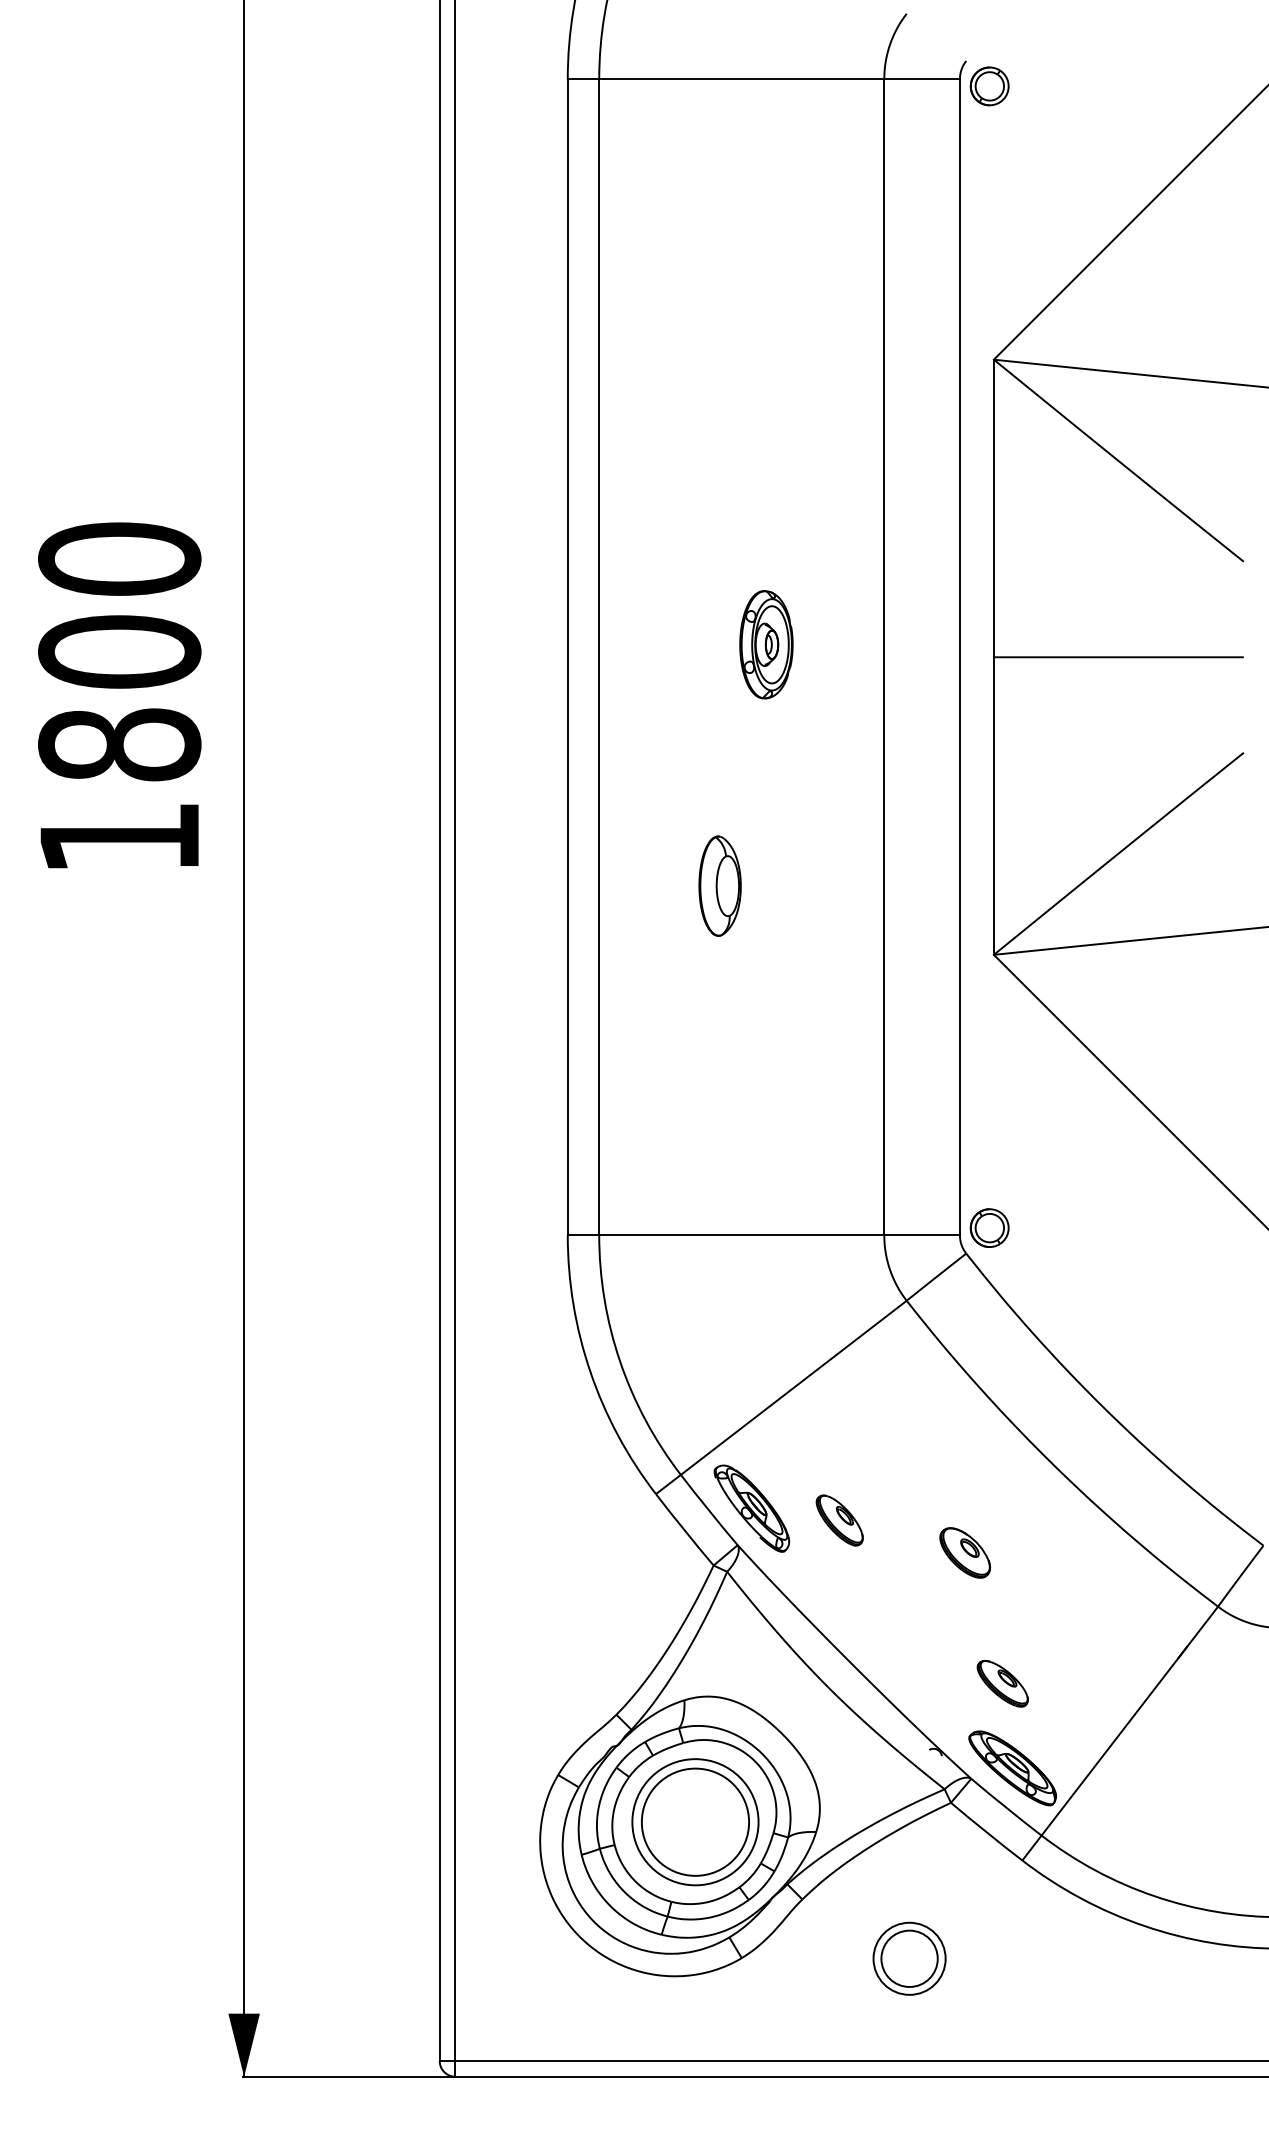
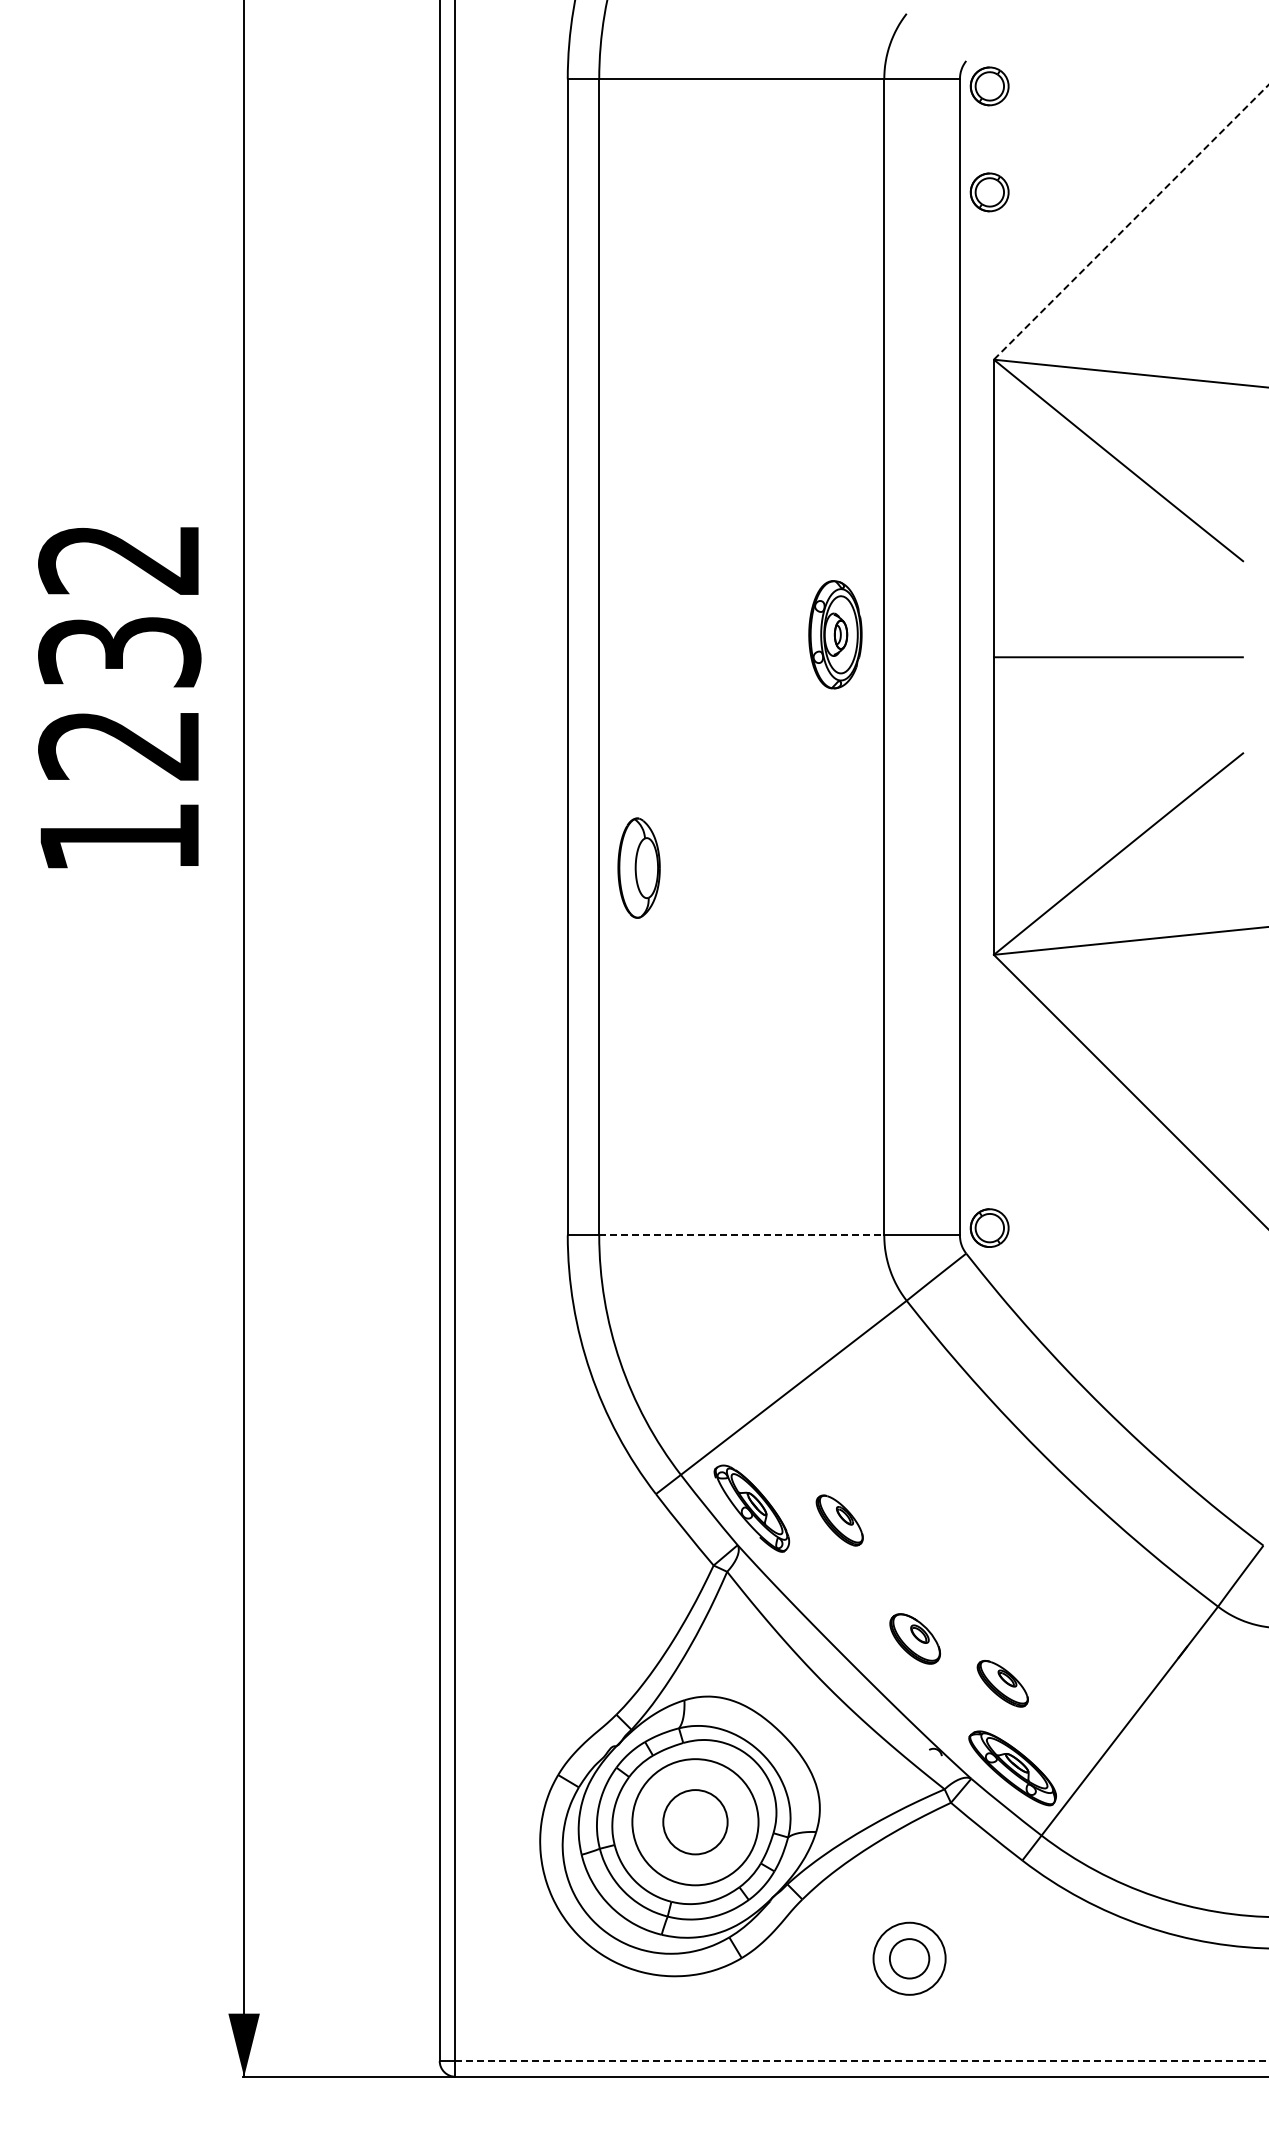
part at (989, 192): none -> present
line at (1131, 221): solid -> dashed
part at (766, 644) position: (766, 644) -> (835, 634)
text at (119, 651): 1800 -> 1232
part at (719, 885) position: (719, 885) -> (638, 867)
line at (741, 1235): solid -> dashed
part at (964, 1552) position: (964, 1552) -> (914, 1638)
circle at (695, 1821) diameter: 107 px -> 64 px
circle at (909, 1958) diameter: 56 px -> 39 px
line at (862, 2060): solid -> dashed
